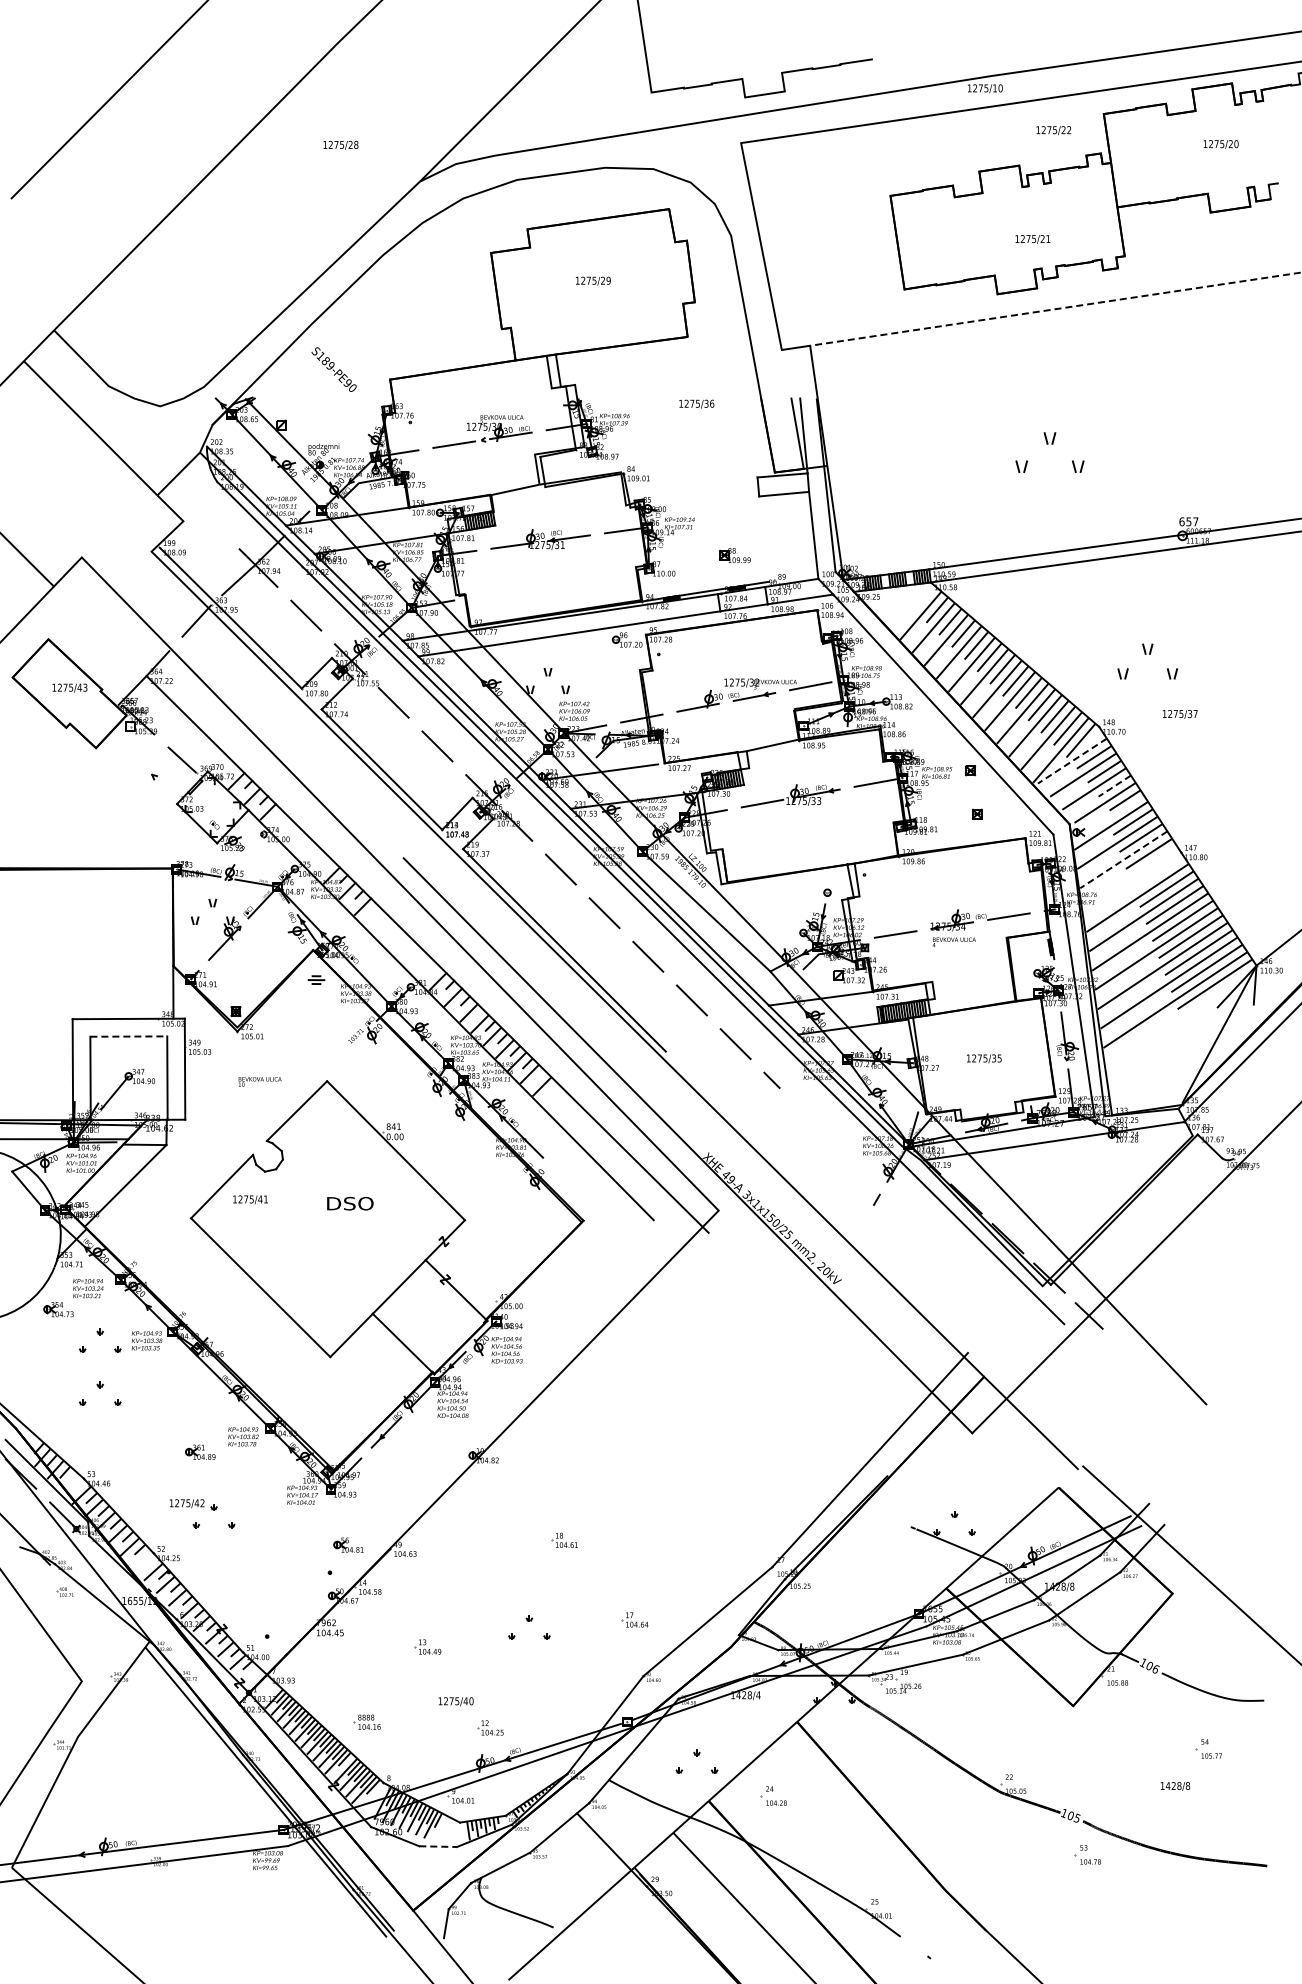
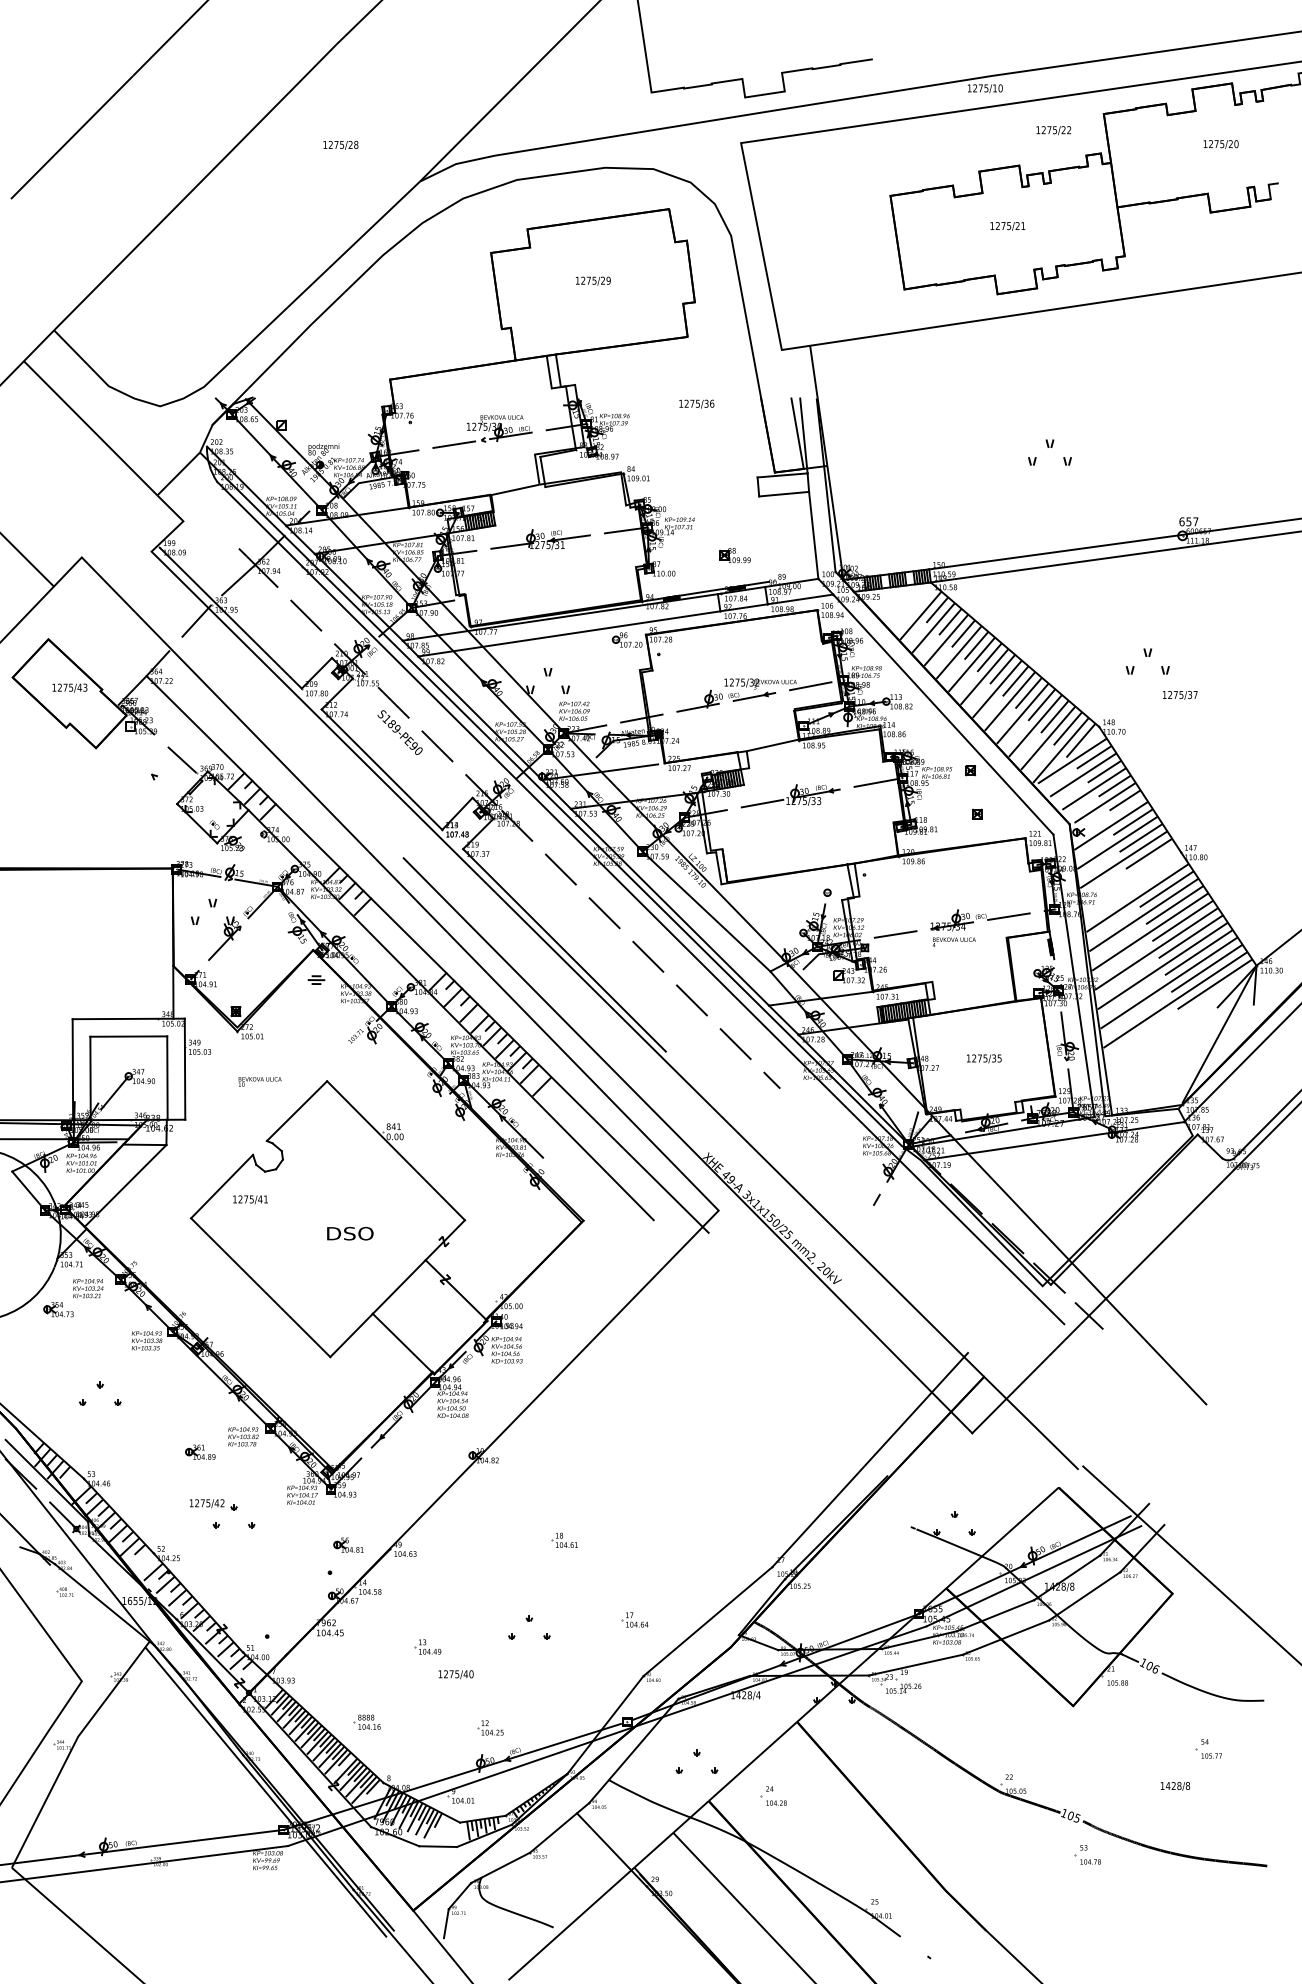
text at (1032, 239) position: (1032, 239) -> (1007, 226)
line at (1056, 309): dashed -> solid
text at (333, 369) position: (333, 369) -> (399, 732)
part at (1049, 452) size: 70x41 px -> 44x27 px
part at (1147, 661) size: 61x37 px -> 44x27 px
text at (1180, 714) position: (1180, 714) -> (1180, 695)
line at (1072, 761): dashed -> solid
line at (1114, 786): dashed -> solid
line at (1123, 860): dashed -> solid
line at (129, 1036): dashed -> solid
line at (1265, 1125): none -> present
text at (350, 1203) position: (350, 1203) -> (350, 1233)
part at (100, 1340): present -> none
part at (202, 1513) position: (202, 1513) -> (222, 1513)
text at (455, 1701) position: (455, 1701) -> (455, 1674)
line at (438, 1846): dashed -> solid
